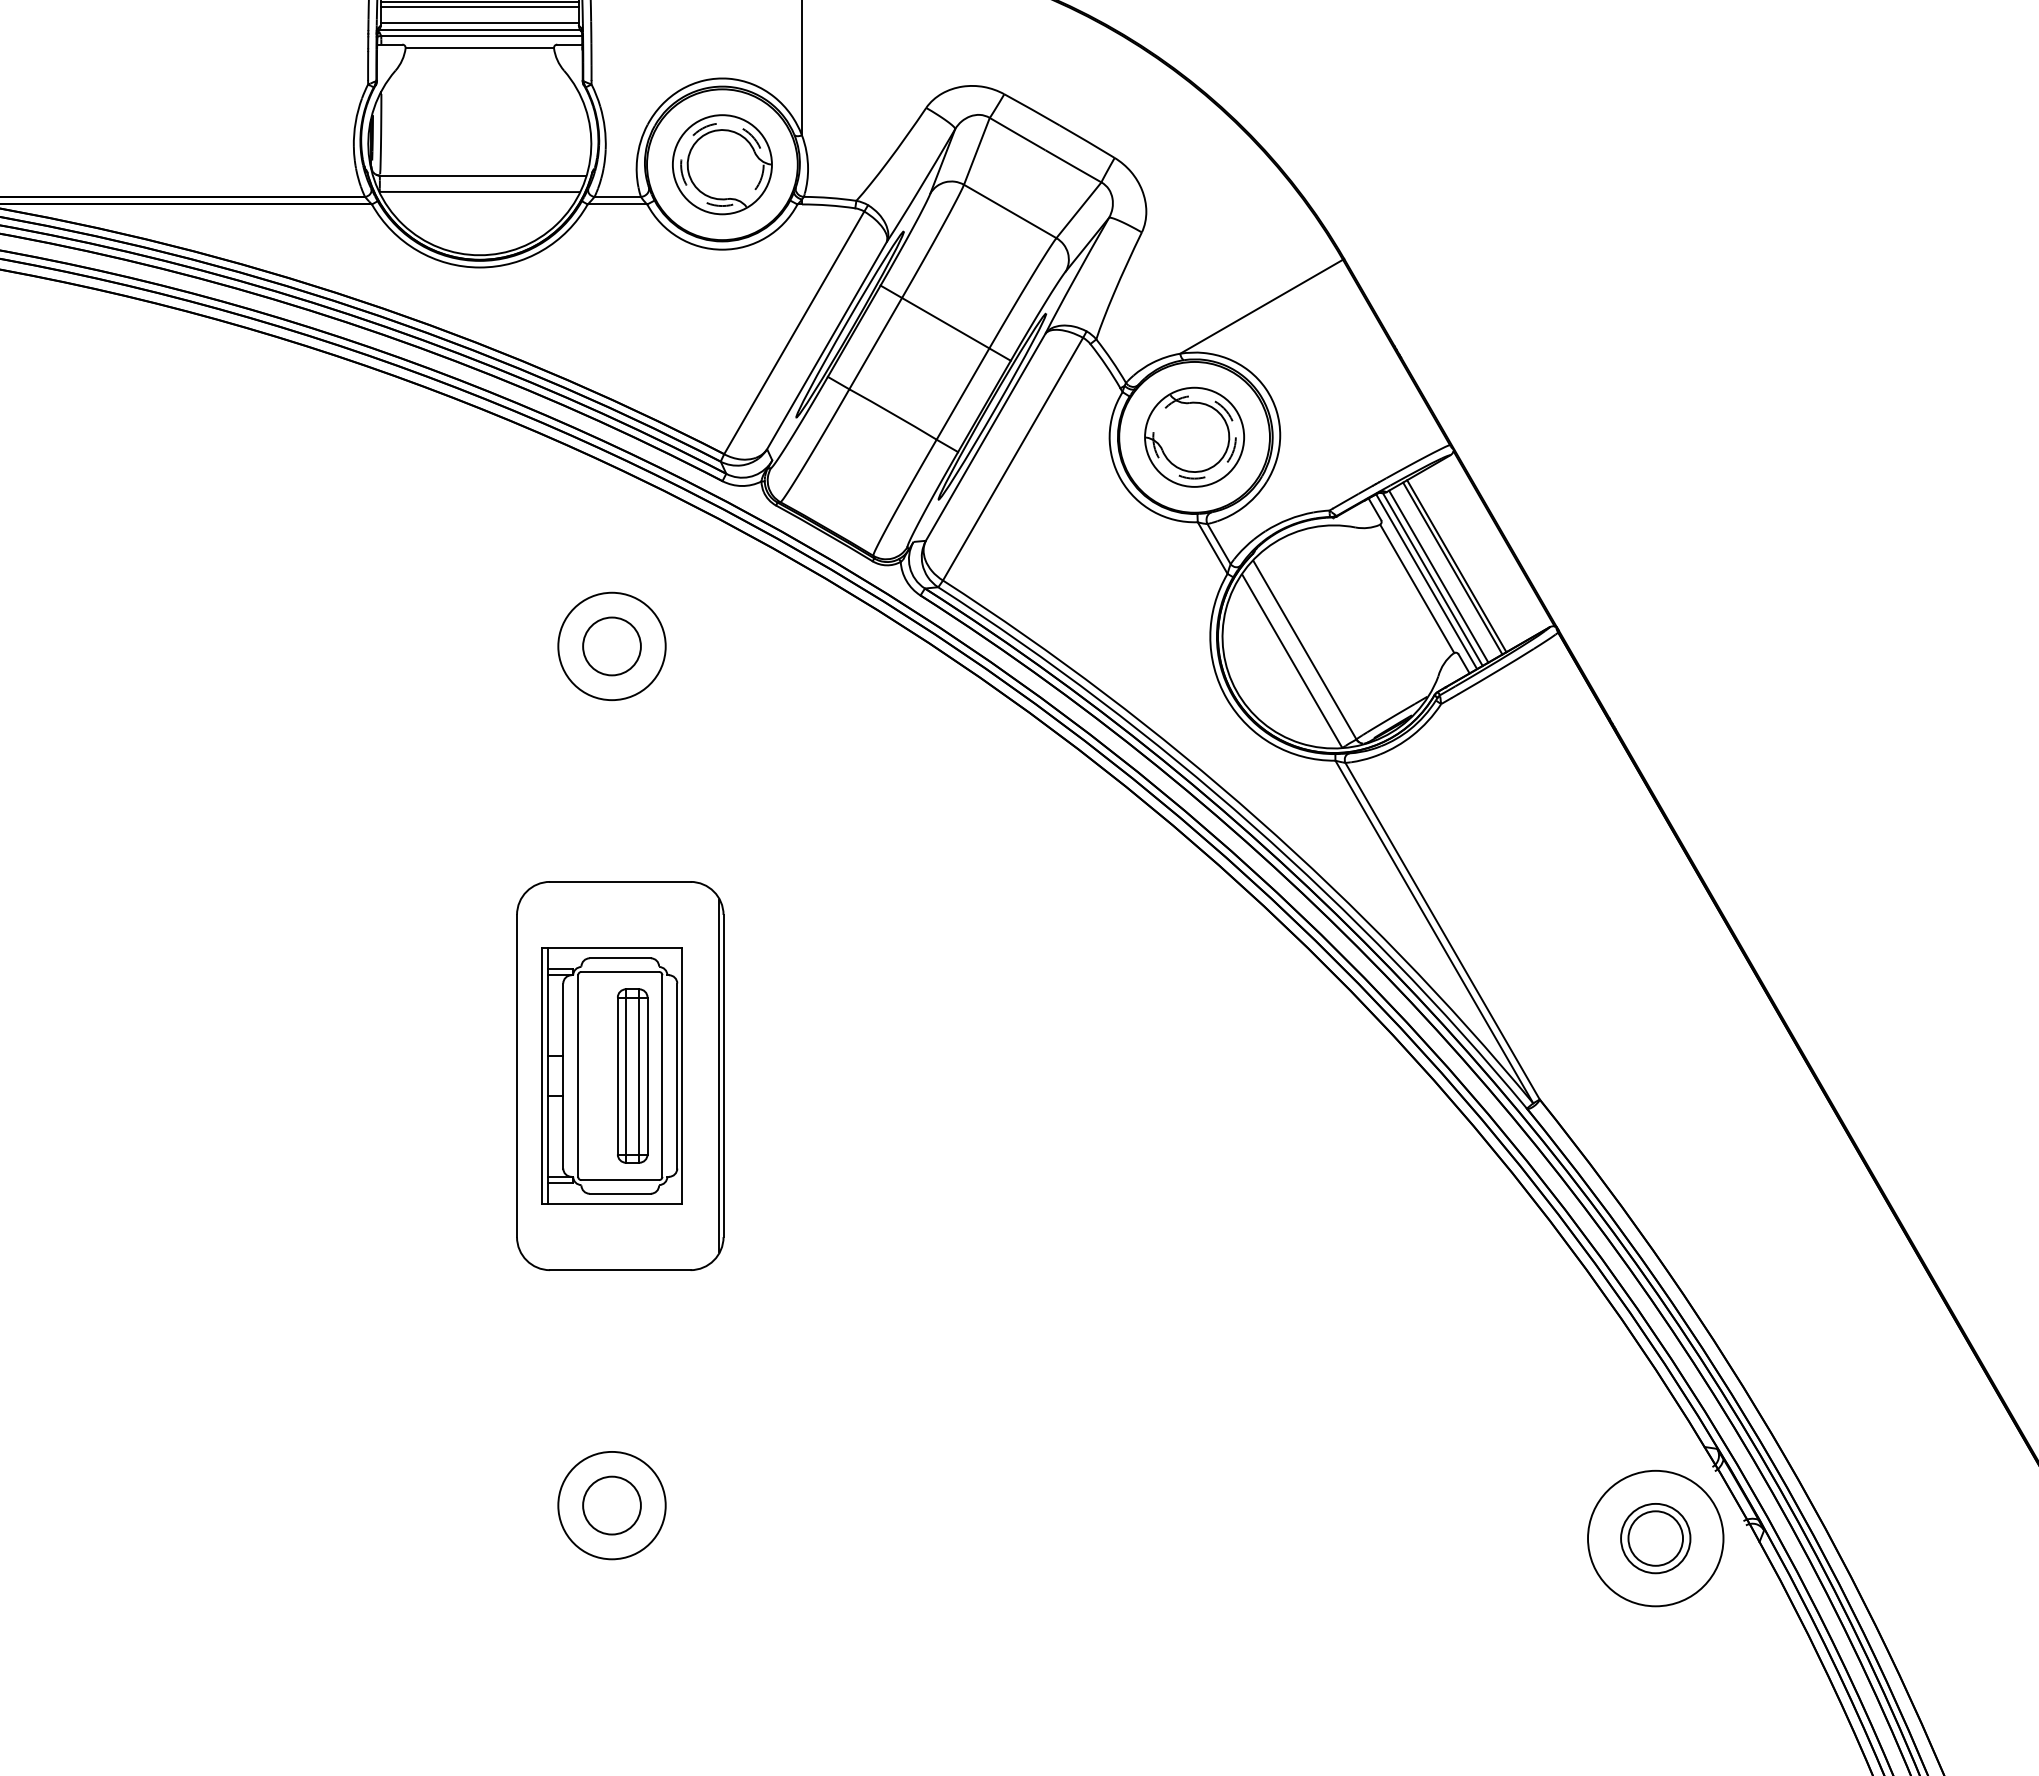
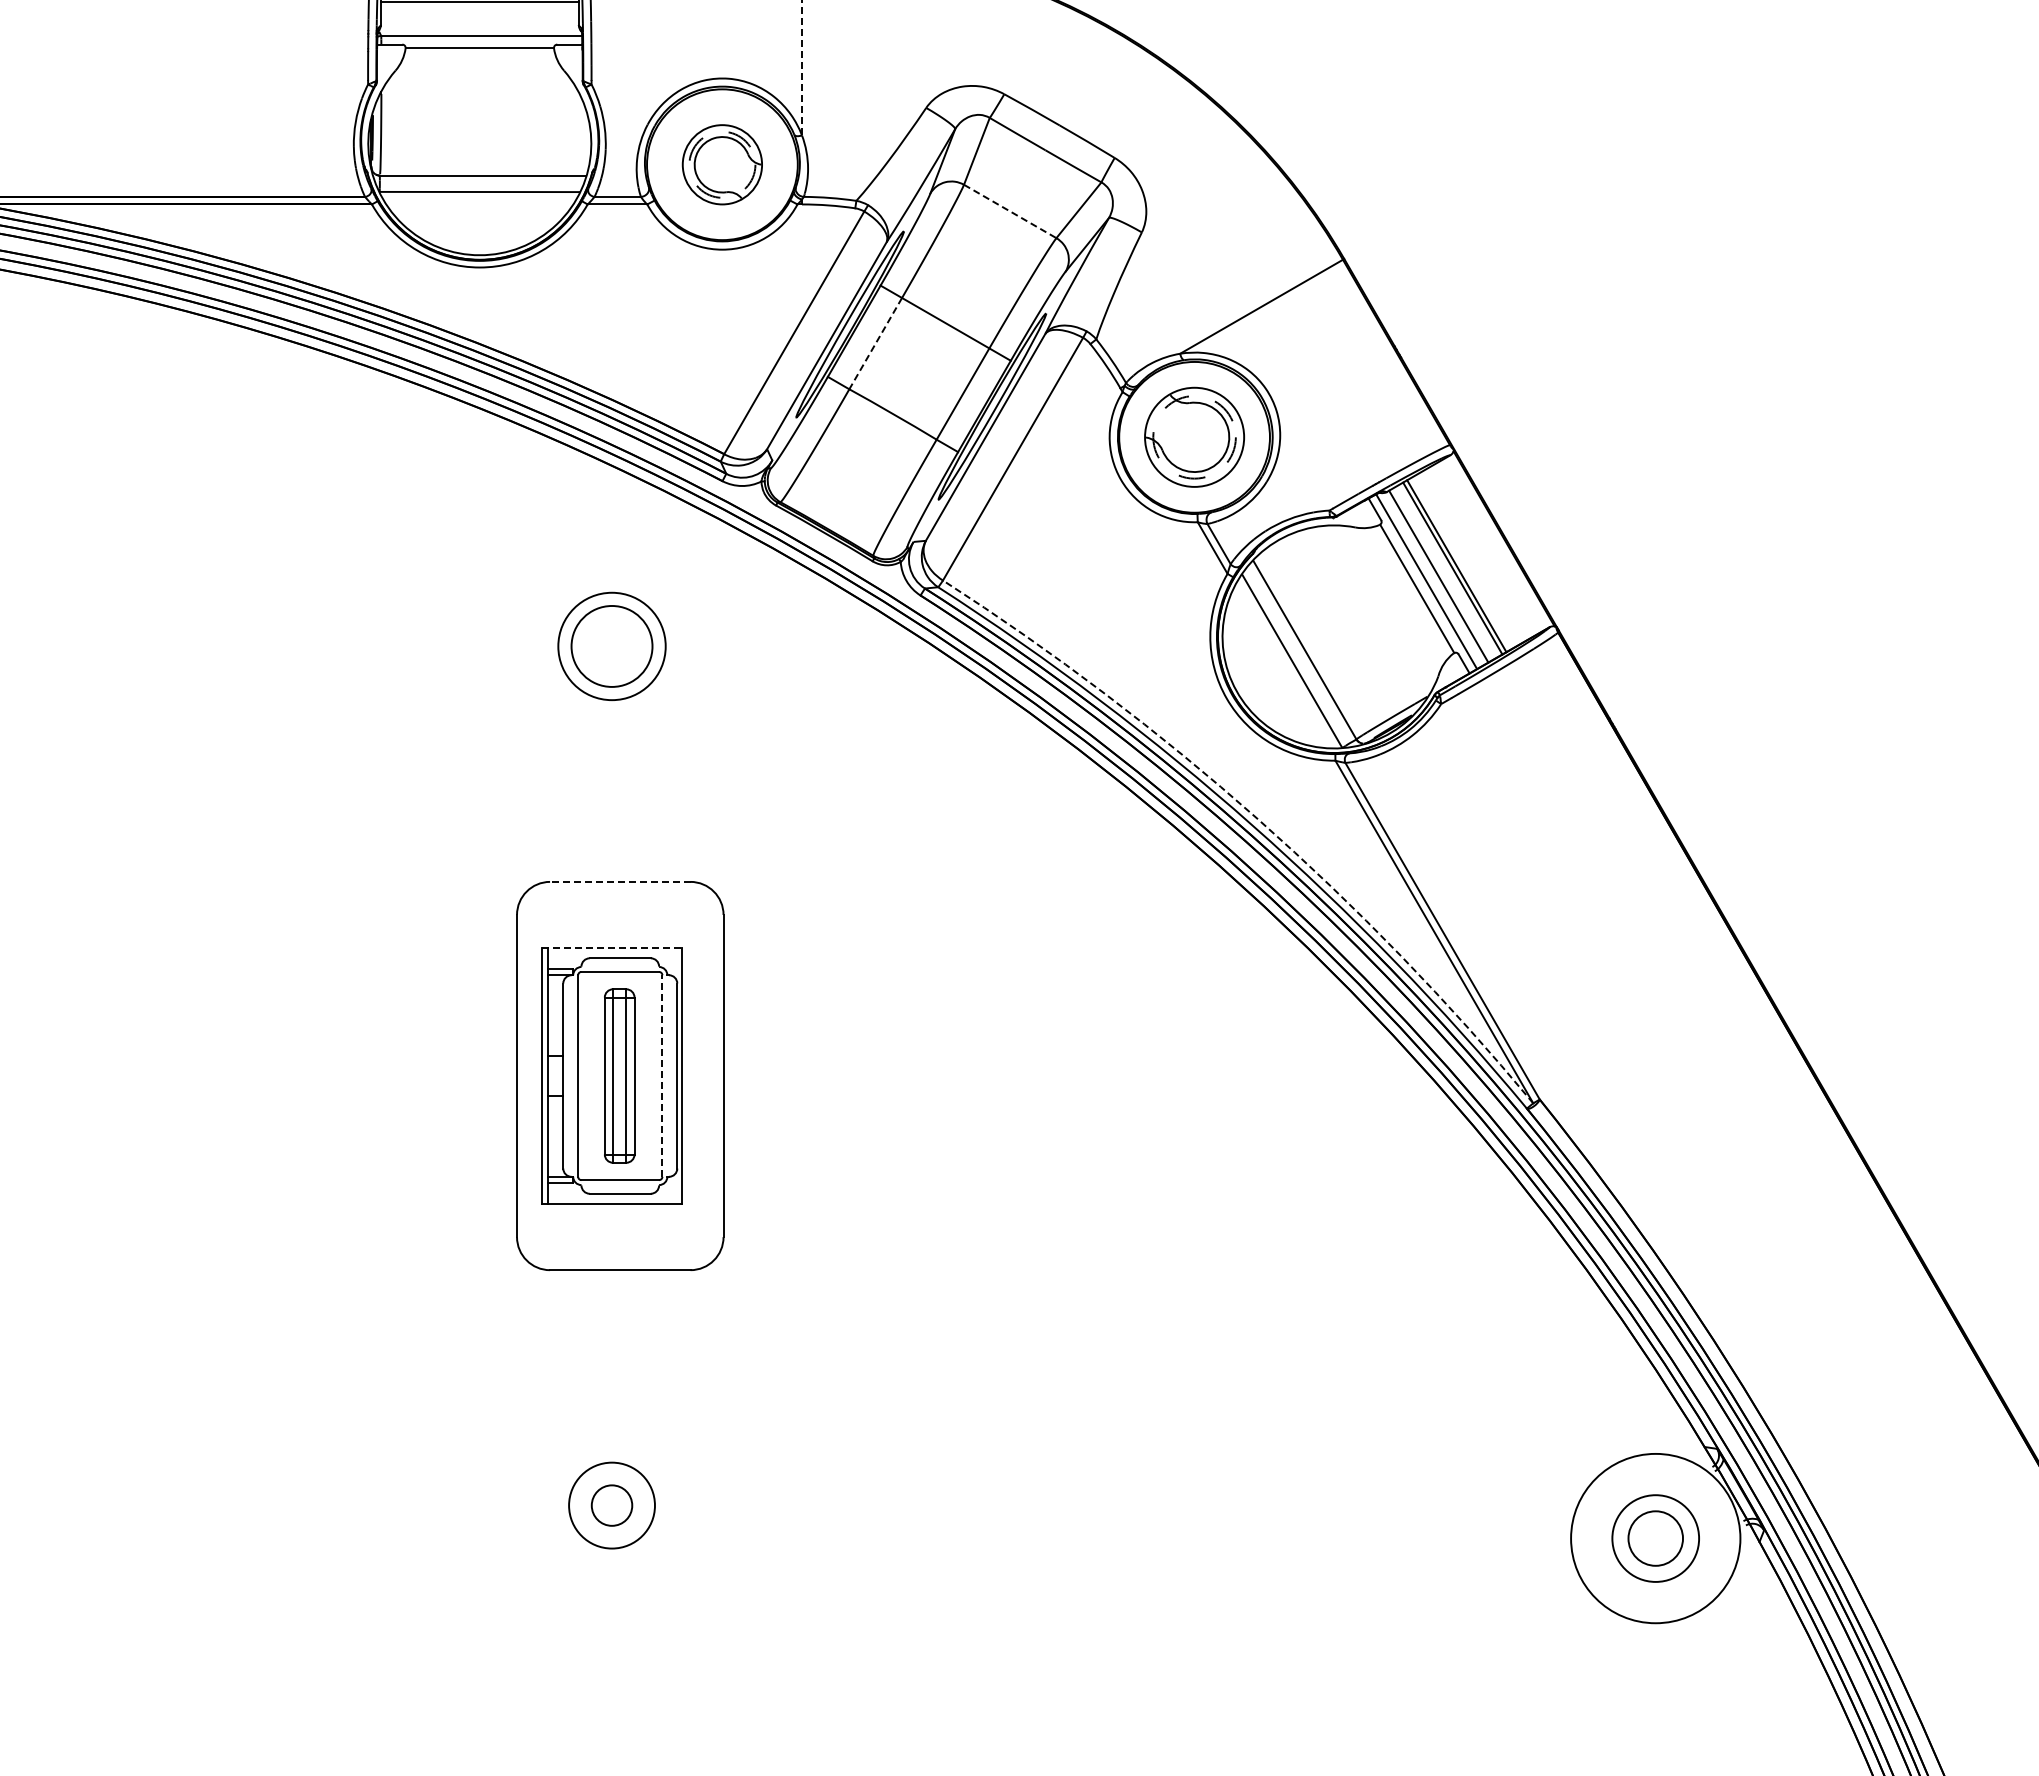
line at (479, 6): present -> none
line at (479, 22): present -> none
line at (479, 29): present -> none
line at (802, 67): solid -> dashed
part at (722, 164) size: 101x102 px -> 82x82 px
line at (1010, 211): solid -> dashed
line at (875, 343): solid -> dashed
line at (1432, 579): present -> none
circle at (611, 646) diameter: 58 px -> 81 px
arc at (1258, 819): solid -> dashed
line at (619, 881): solid -> dashed
line at (612, 948): solid -> dashed
part at (632, 1075) position: (632, 1075) -> (619, 1075)
line at (719, 1075): present -> none
line at (662, 1076): solid -> dashed
circle at (611, 1505) diameter: 107 px -> 86 px
circle at (611, 1505) diameter: 58 px -> 40 px
circle at (1655, 1538) diameter: 135 px -> 169 px
circle at (1655, 1538) diameter: 69 px -> 87 px
